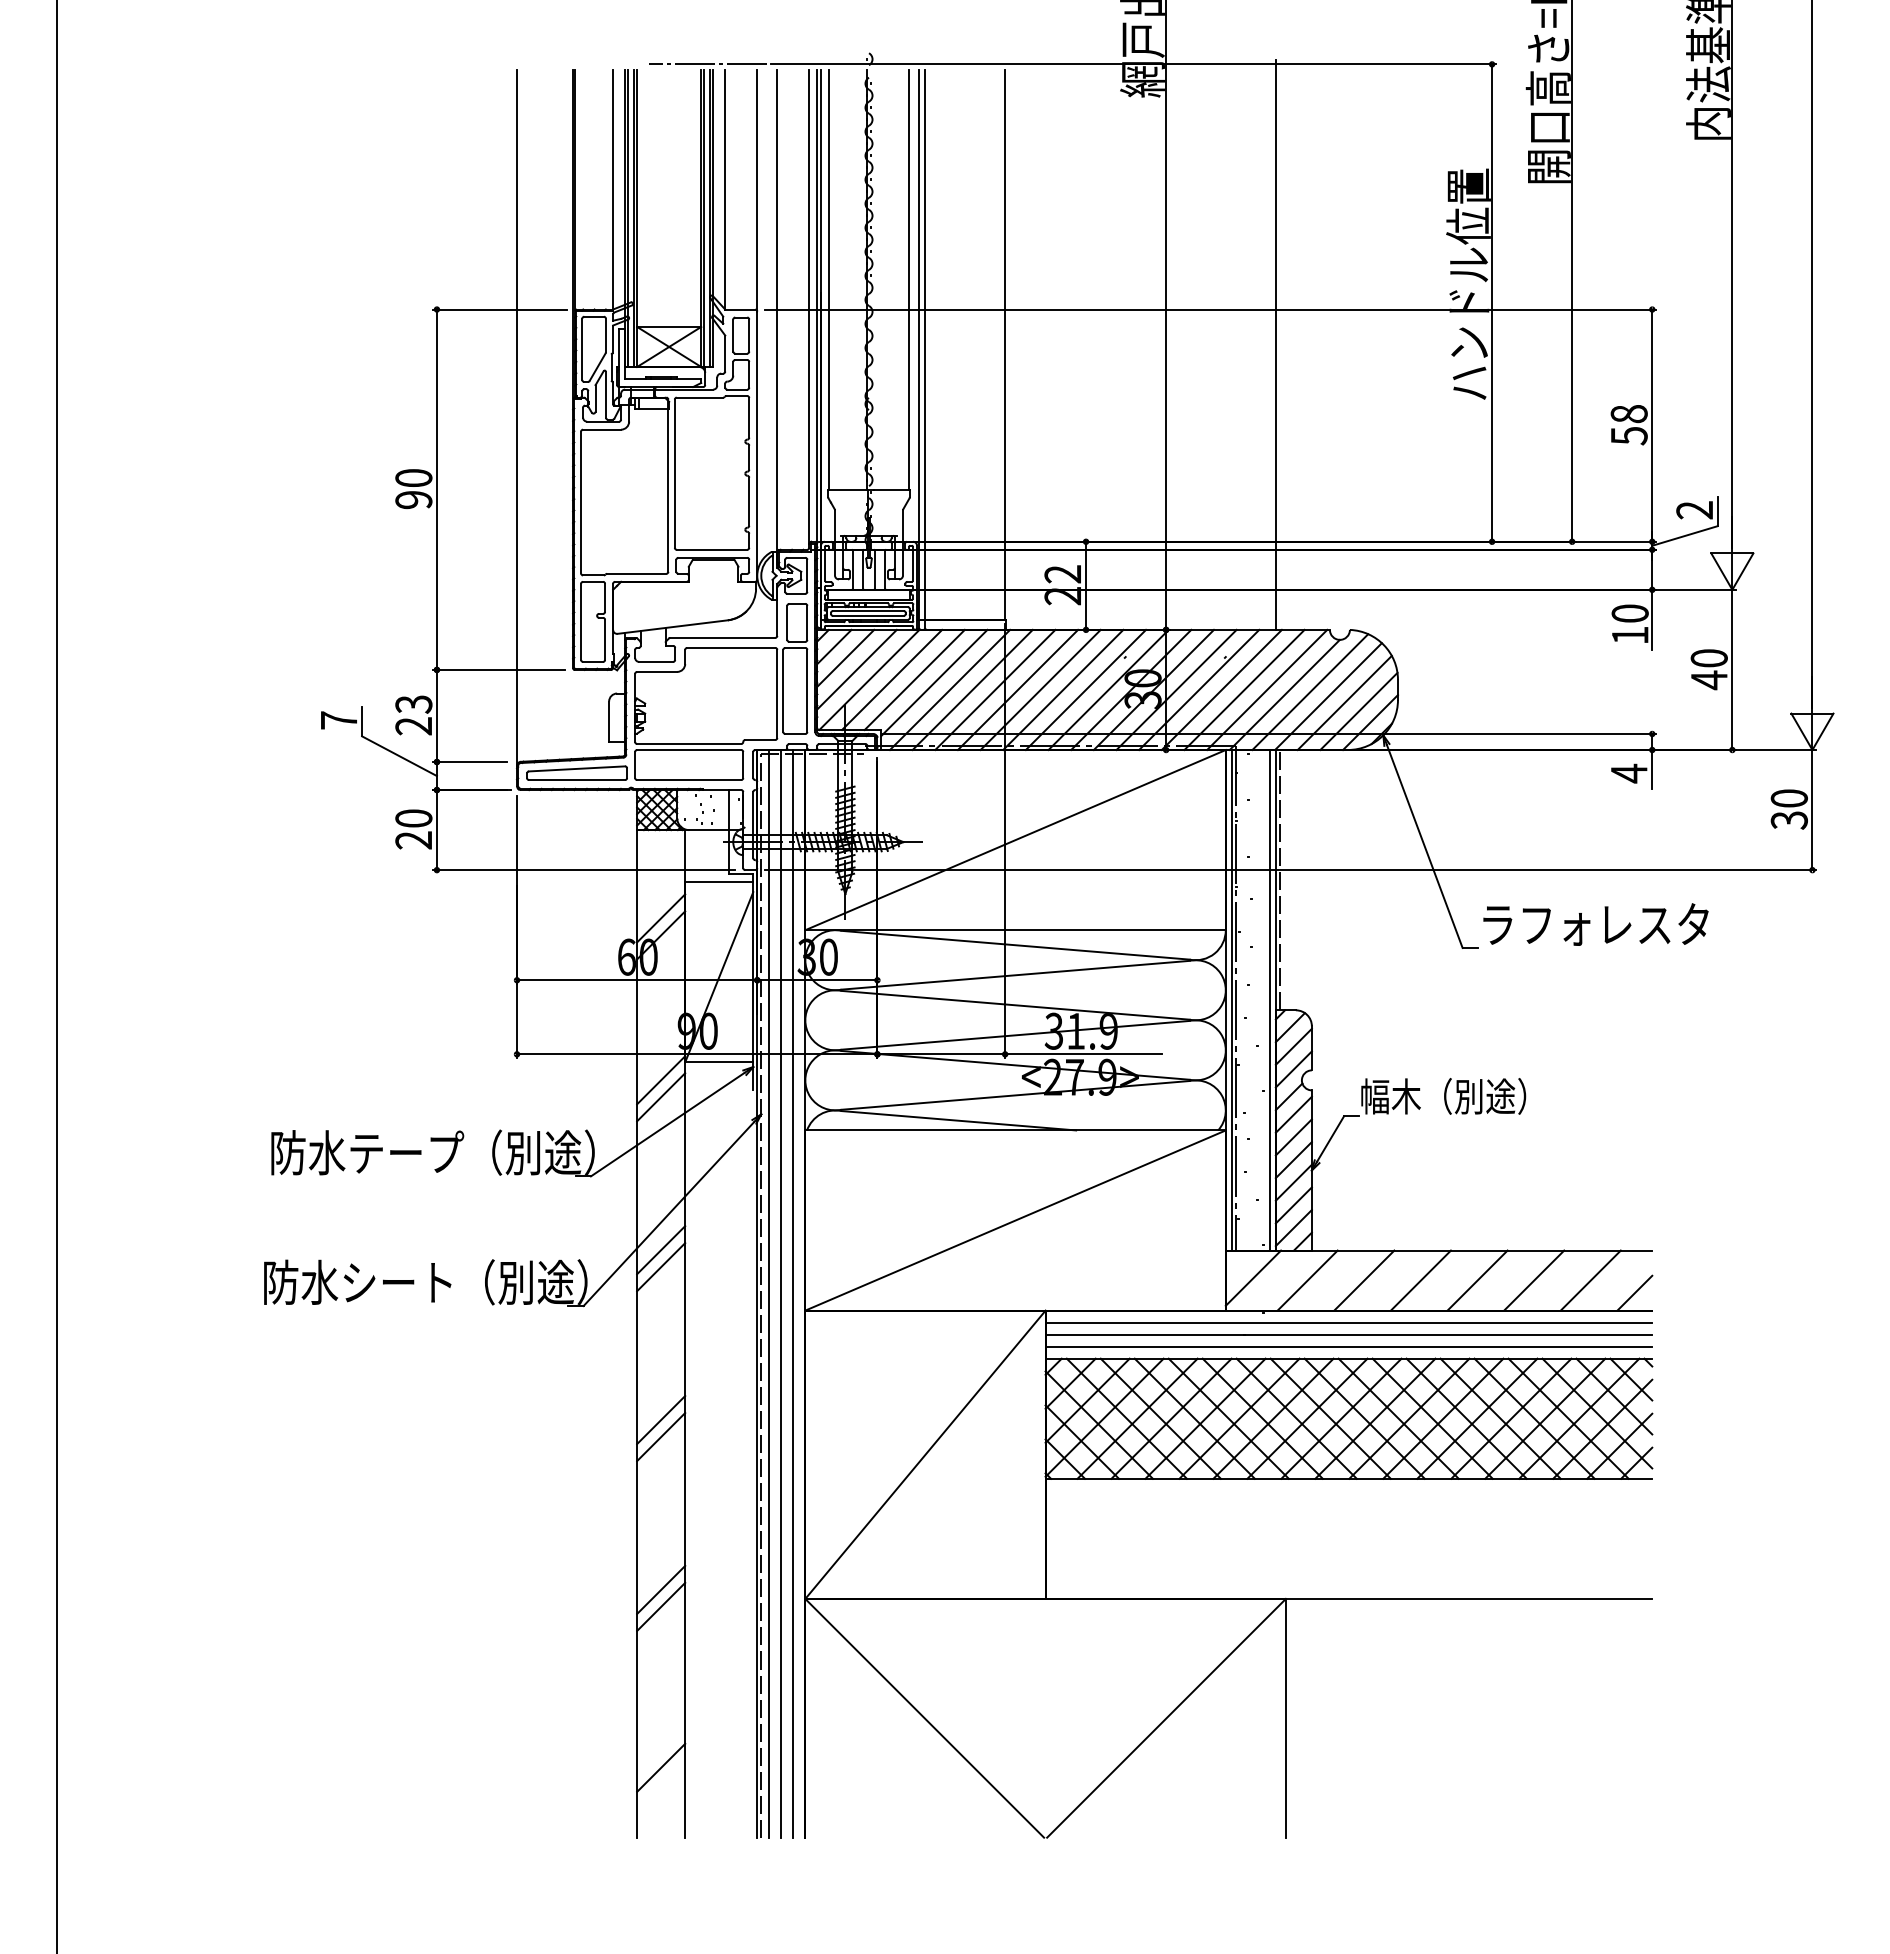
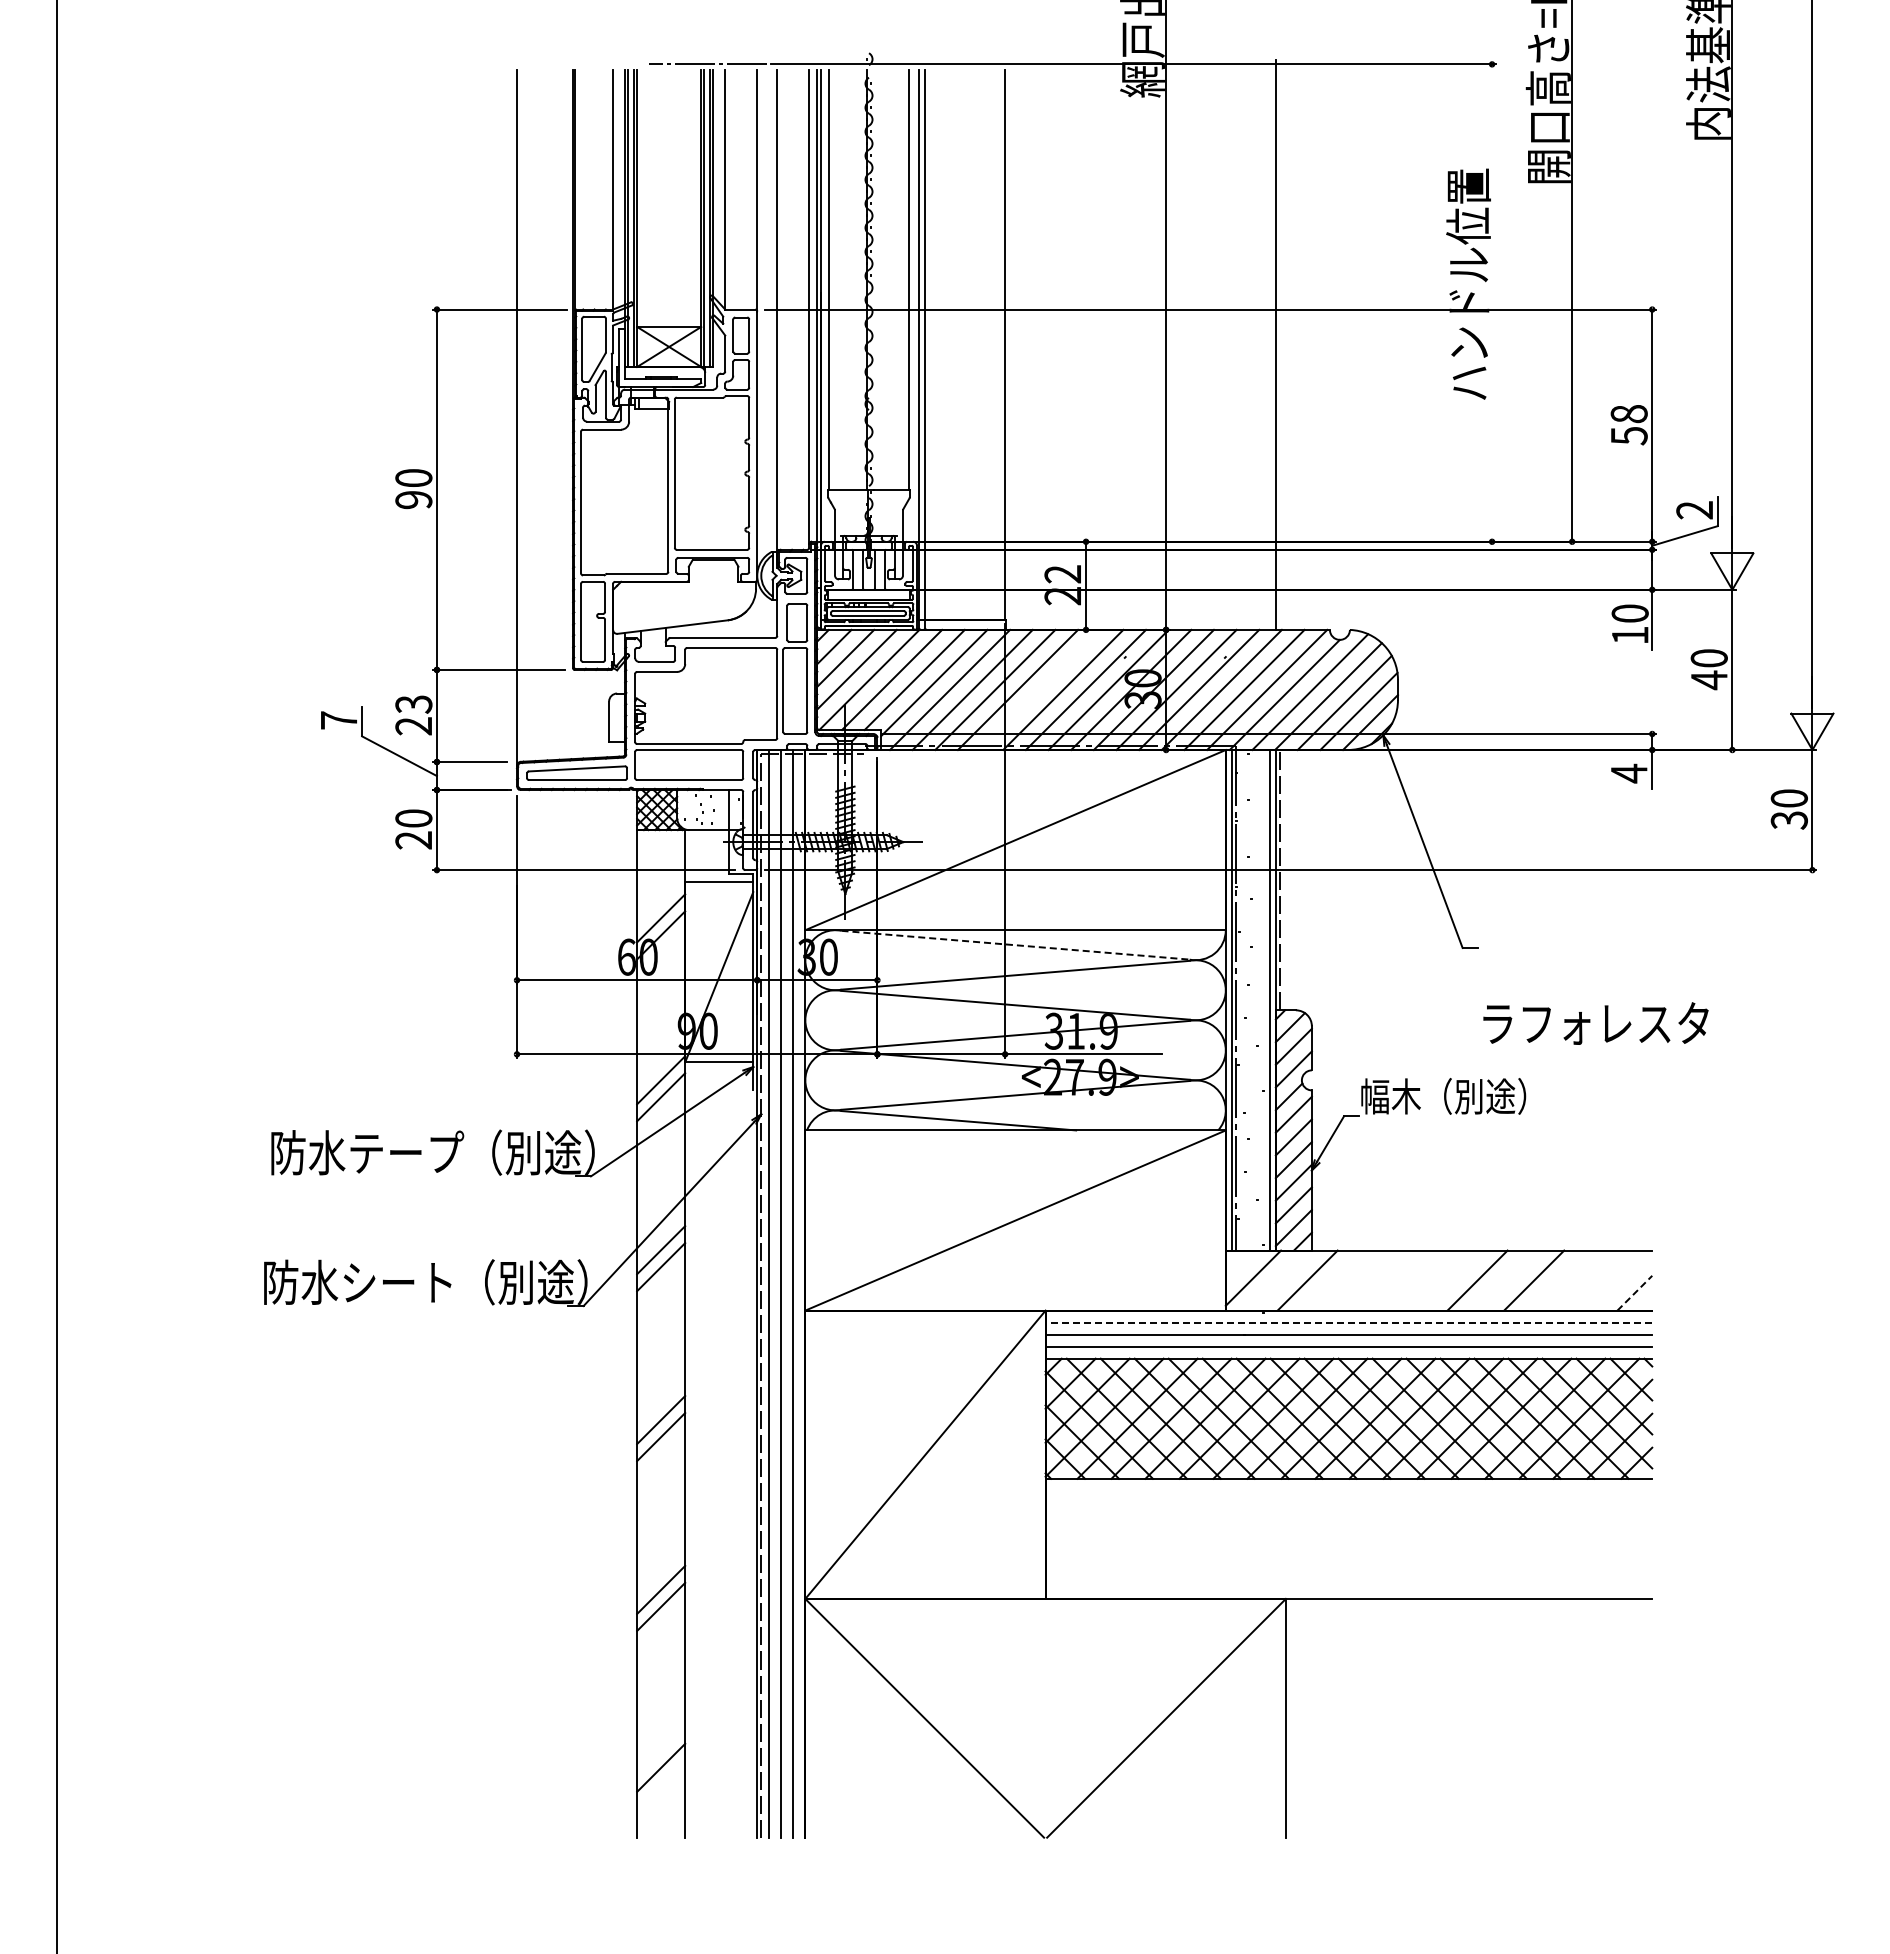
line at (1492, 302): present -> none
line at (1040, 689): present -> none
text at (1595, 924) position: (1595, 924) -> (1595, 1023)
line at (1015, 945): solid -> dashed
line at (1364, 1280): present -> none
line at (1420, 1280): present -> none
line at (1590, 1280): present -> none
line at (1634, 1293): solid -> dashed
line at (1348, 1322): solid -> dashed
